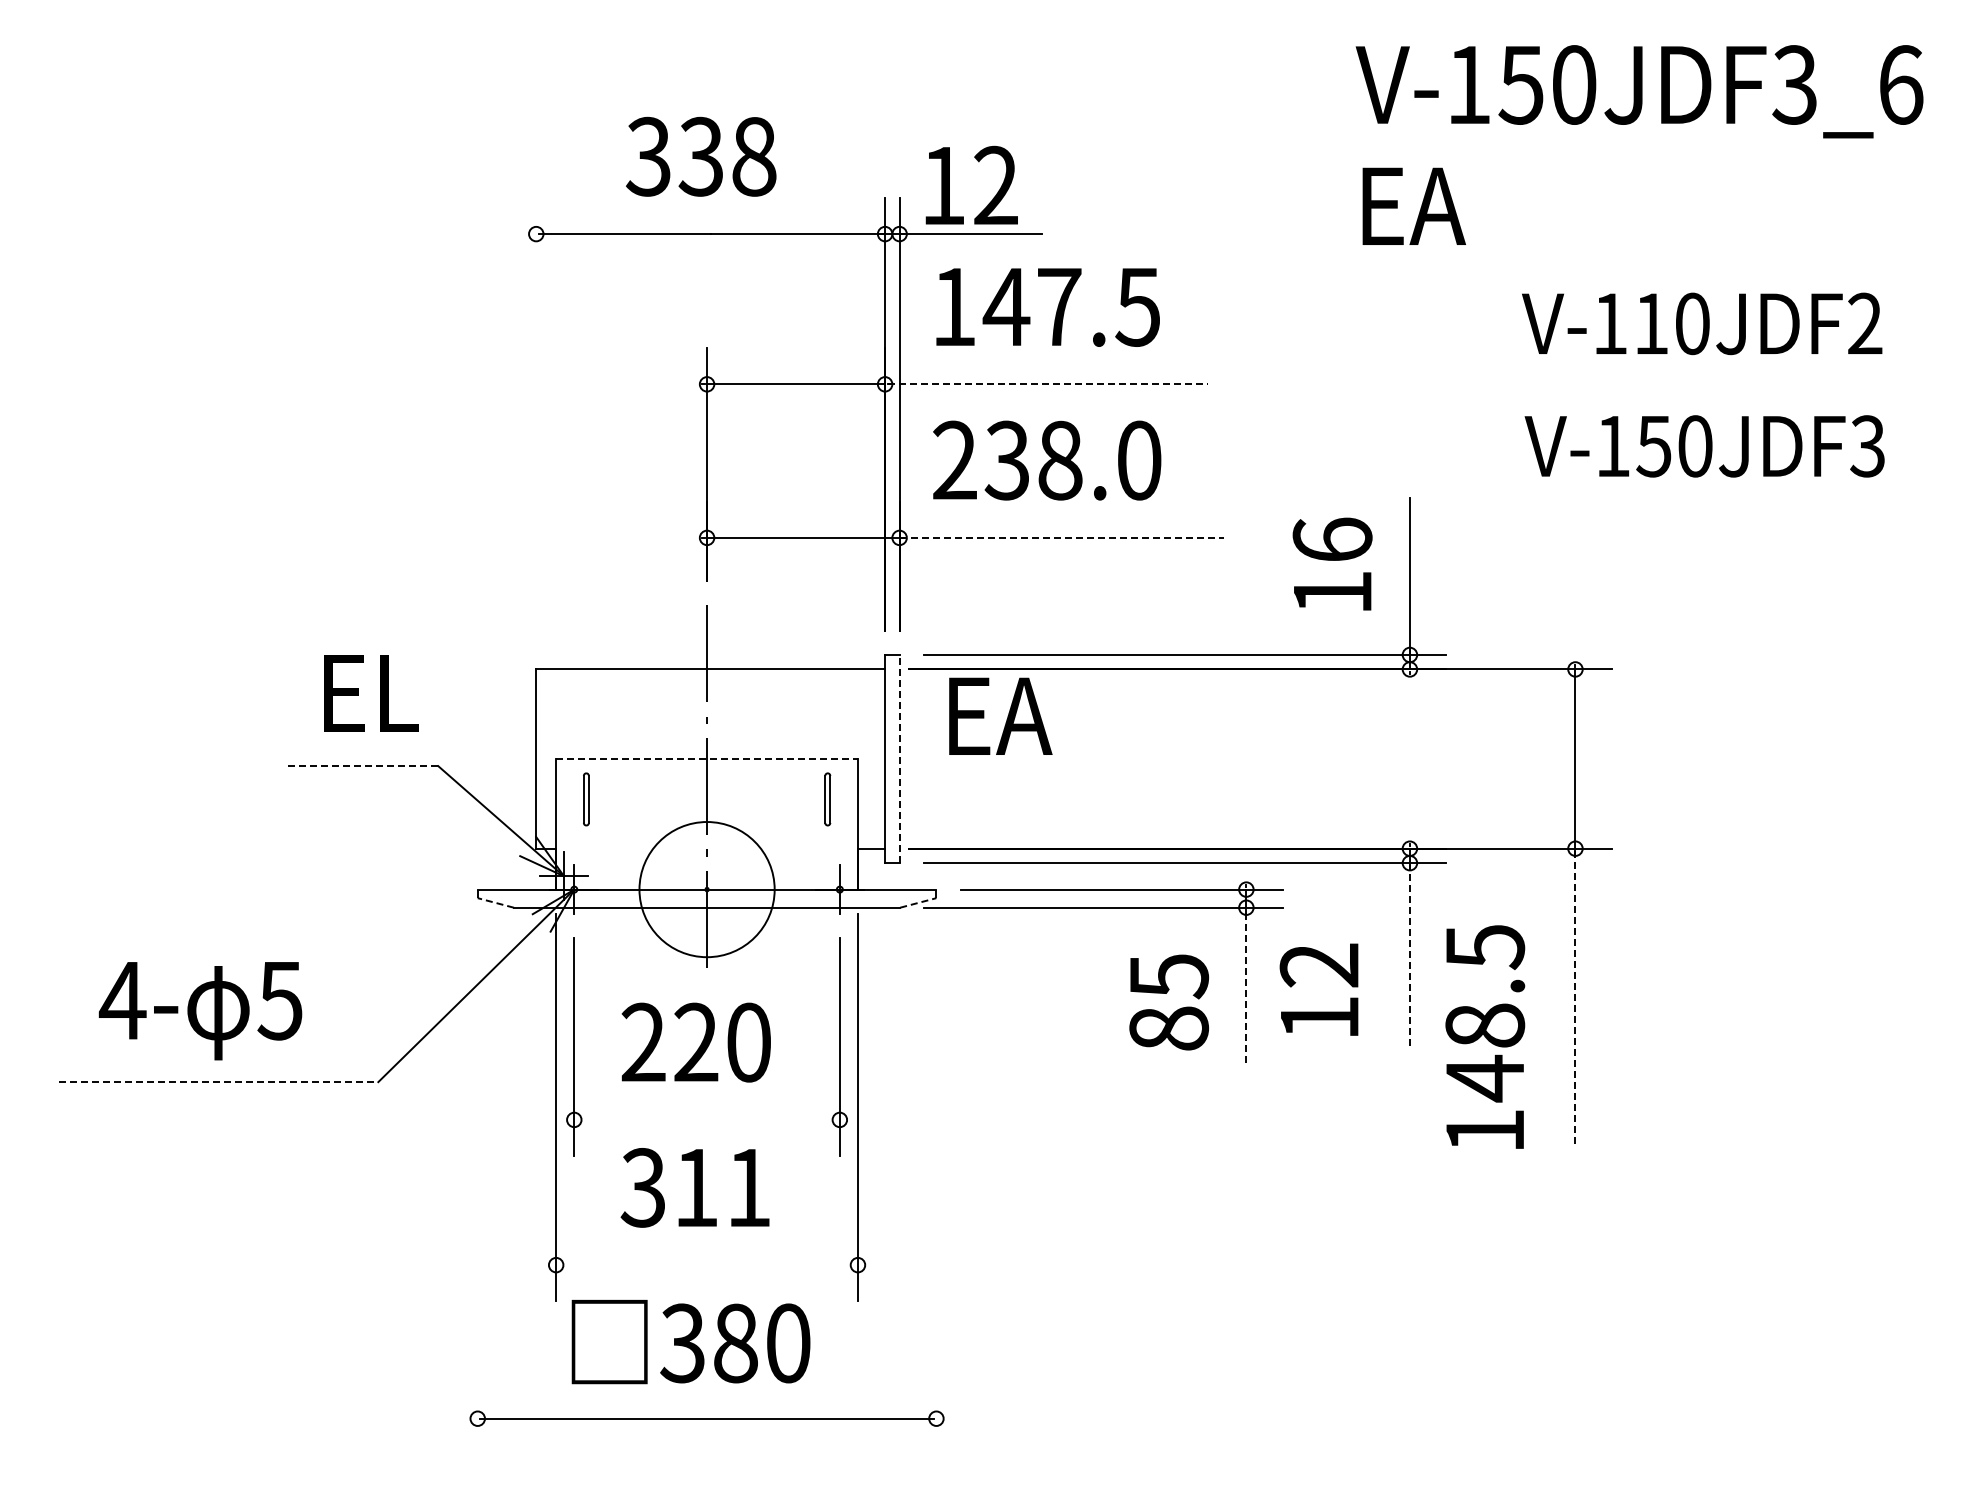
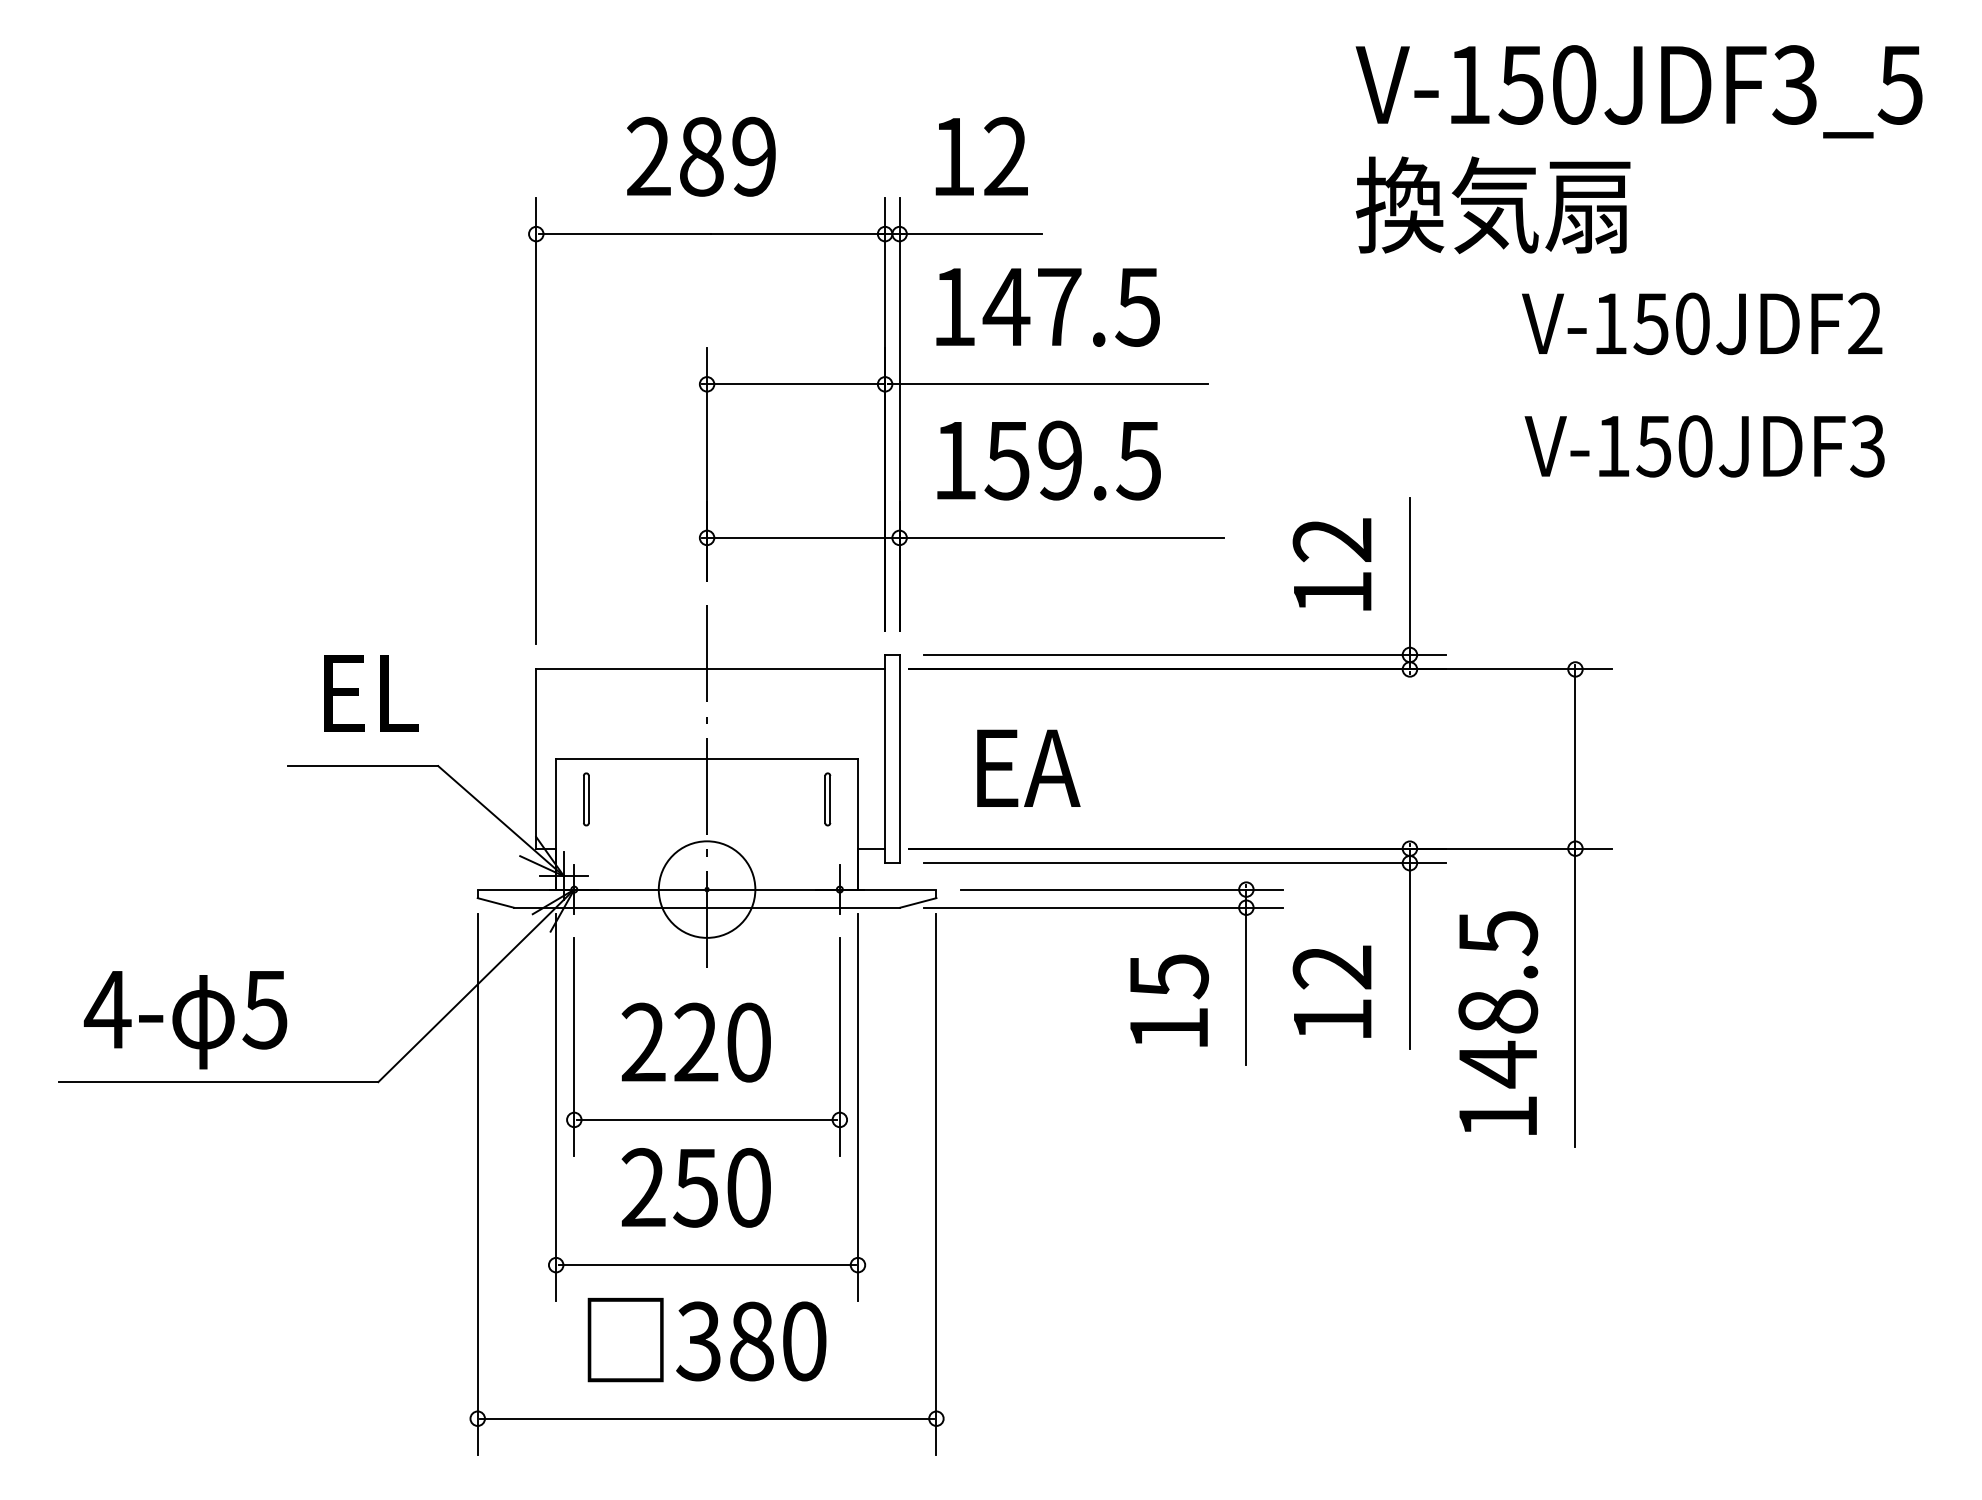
text at (1900, 84): V-150JDF3_6 -> V-150JDF3_5
text at (701, 156): 338 -> 289
text at (971, 184) position: (971, 184) -> (981, 155)
text at (1492, 205): EA -> 換気扇
text at (1650, 324): V-110JDF2 -> V-150JDF2
line at (1047, 384): dashed -> solid
line at (536, 420): none -> present
text at (1047, 460): 238.0 -> 159.5
line at (1062, 537): dashed -> solid
text at (1332, 539): 16 -> 12
text at (1000, 715) position: (1000, 715) -> (1028, 767)
line at (899, 758): dashed -> solid
line at (707, 759): dashed -> solid
line at (363, 766): dashed -> solid
circle at (706, 889) diameter: 135 px -> 97 px
line at (495, 902): dashed -> solid
line at (918, 902): dashed -> solid
line at (1409, 956): dashed -> solid
line at (1246, 989): dashed -> solid
text at (1318, 989) position: (1318, 989) -> (1331, 991)
line at (1575, 999): dashed -> solid
text at (200, 1011) position: (200, 1011) -> (185, 1020)
text at (1169, 1028): 85 -> 15
text at (1485, 1036) position: (1485, 1036) -> (1498, 1022)
line at (219, 1082): dashed -> solid
line at (706, 1119): none -> present
line at (477, 1183): none -> present
line at (936, 1183): none -> present
text at (695, 1187): 311 -> 250
line at (706, 1265): none -> present
text at (690, 1342) position: (690, 1342) -> (706, 1340)
